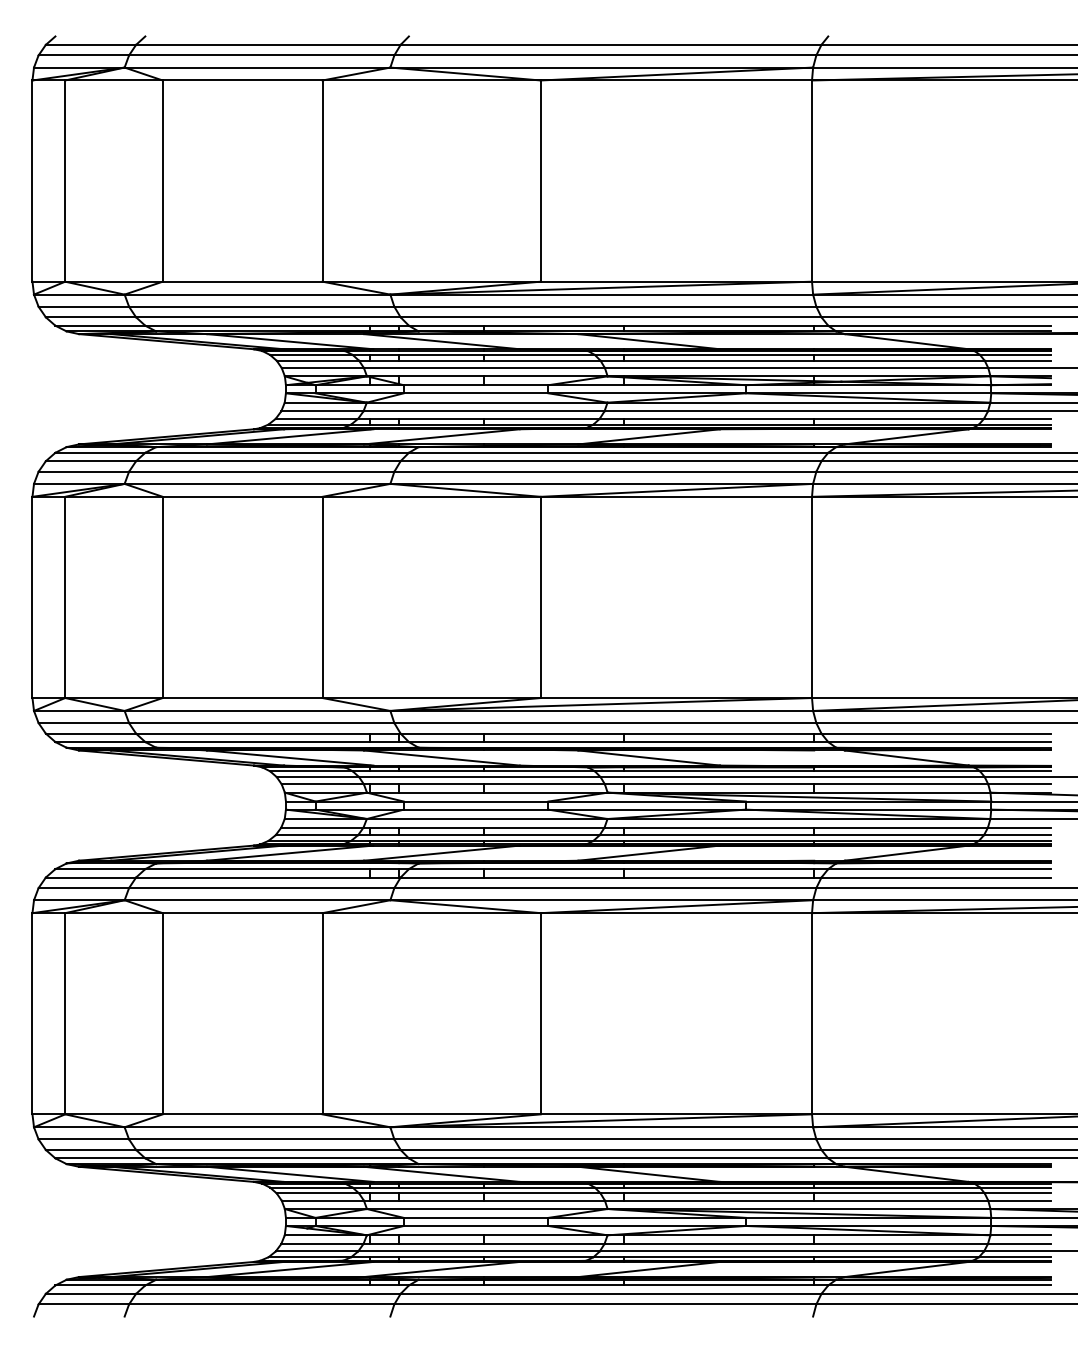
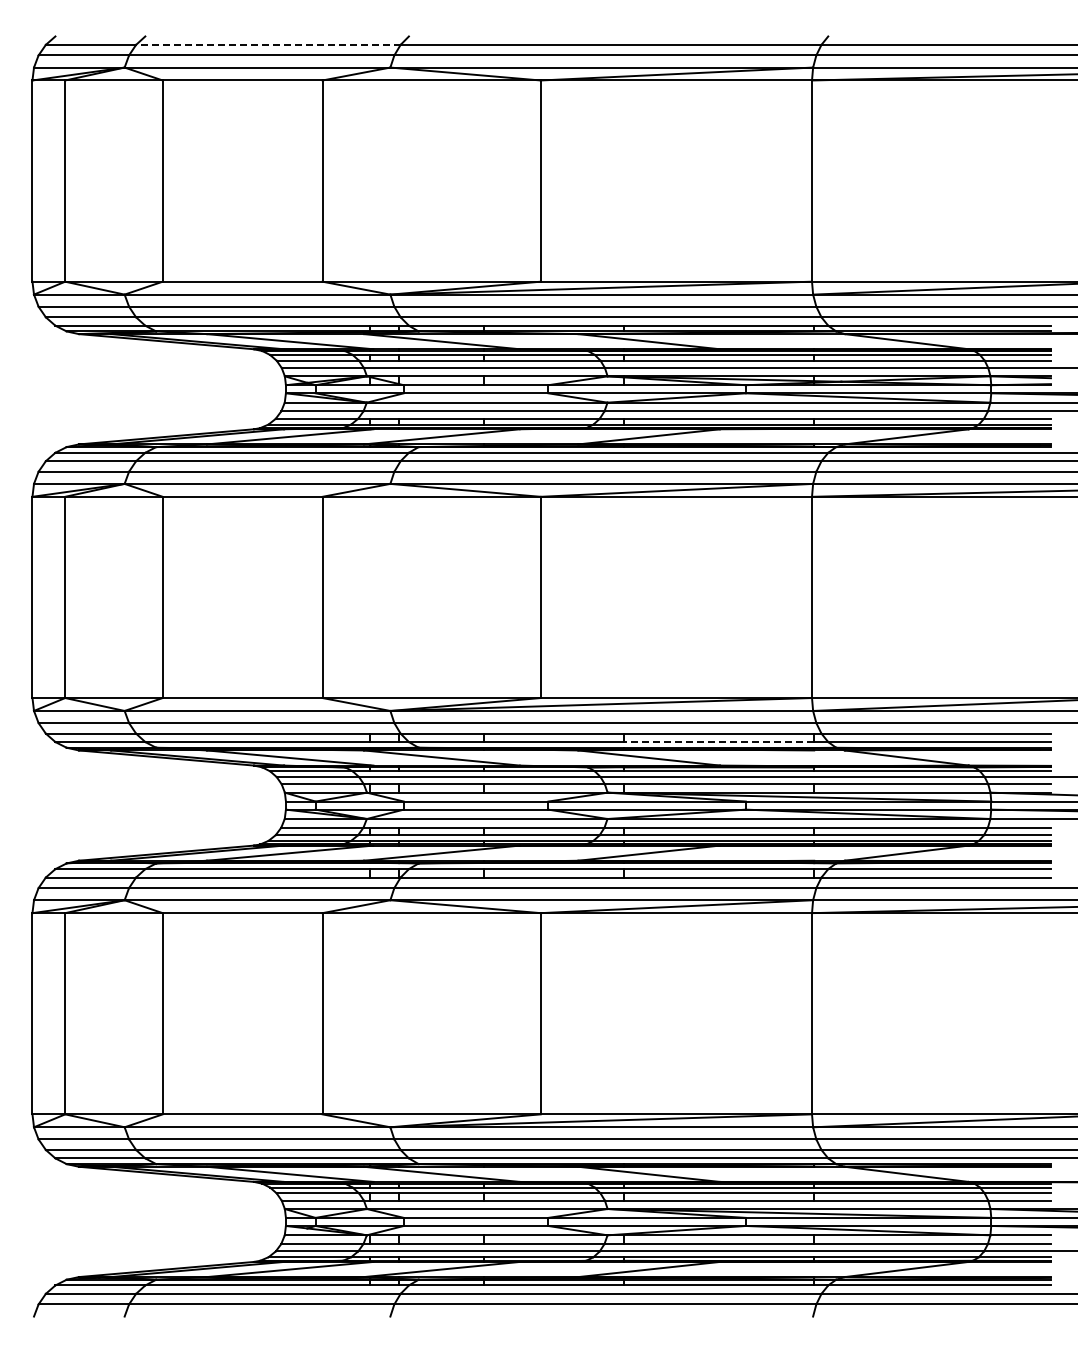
line at (267, 44): solid -> dashed
line at (718, 742): solid -> dashed
